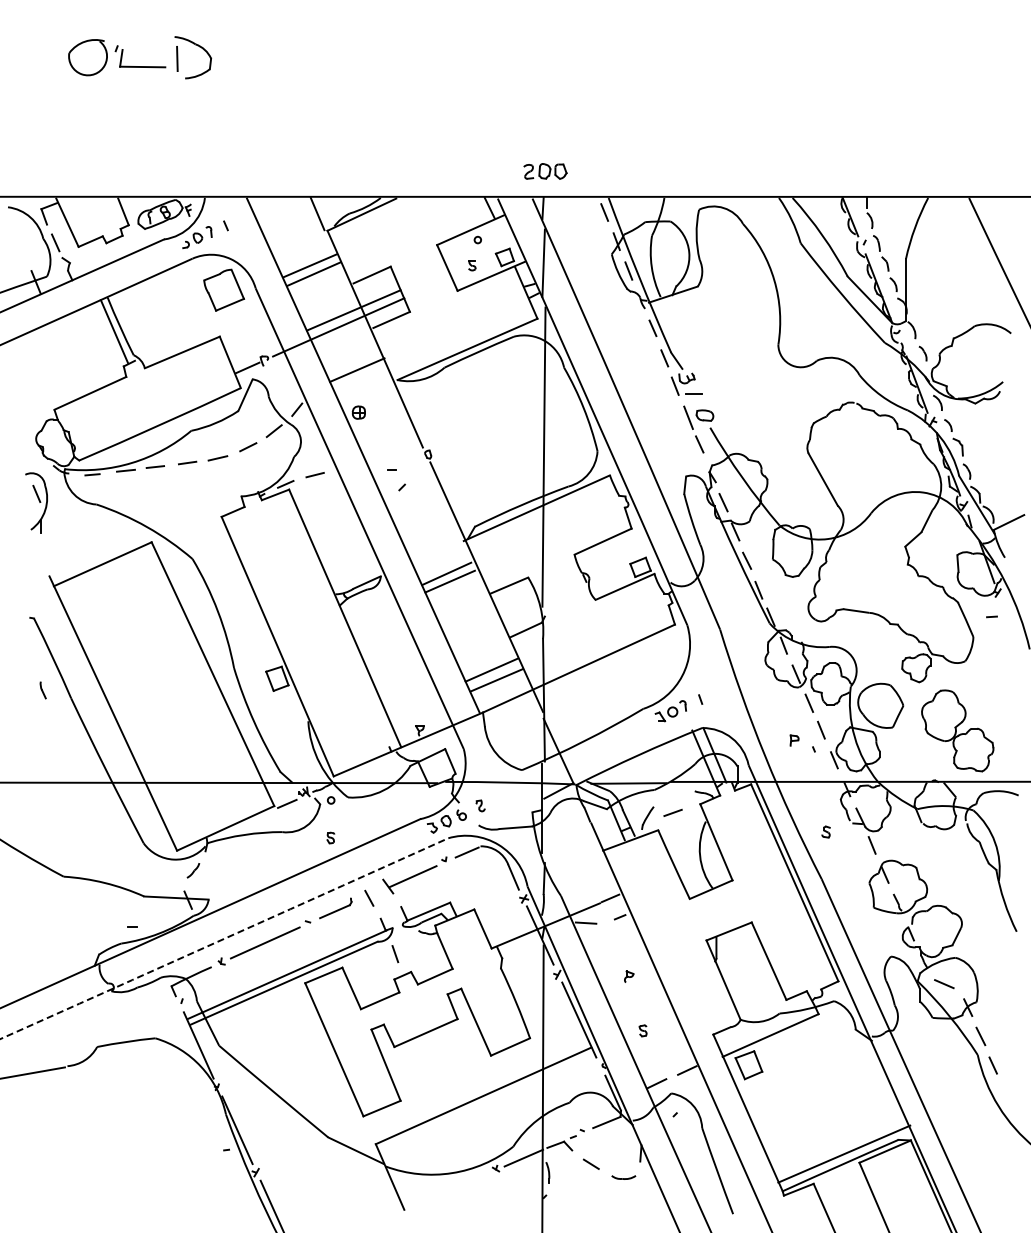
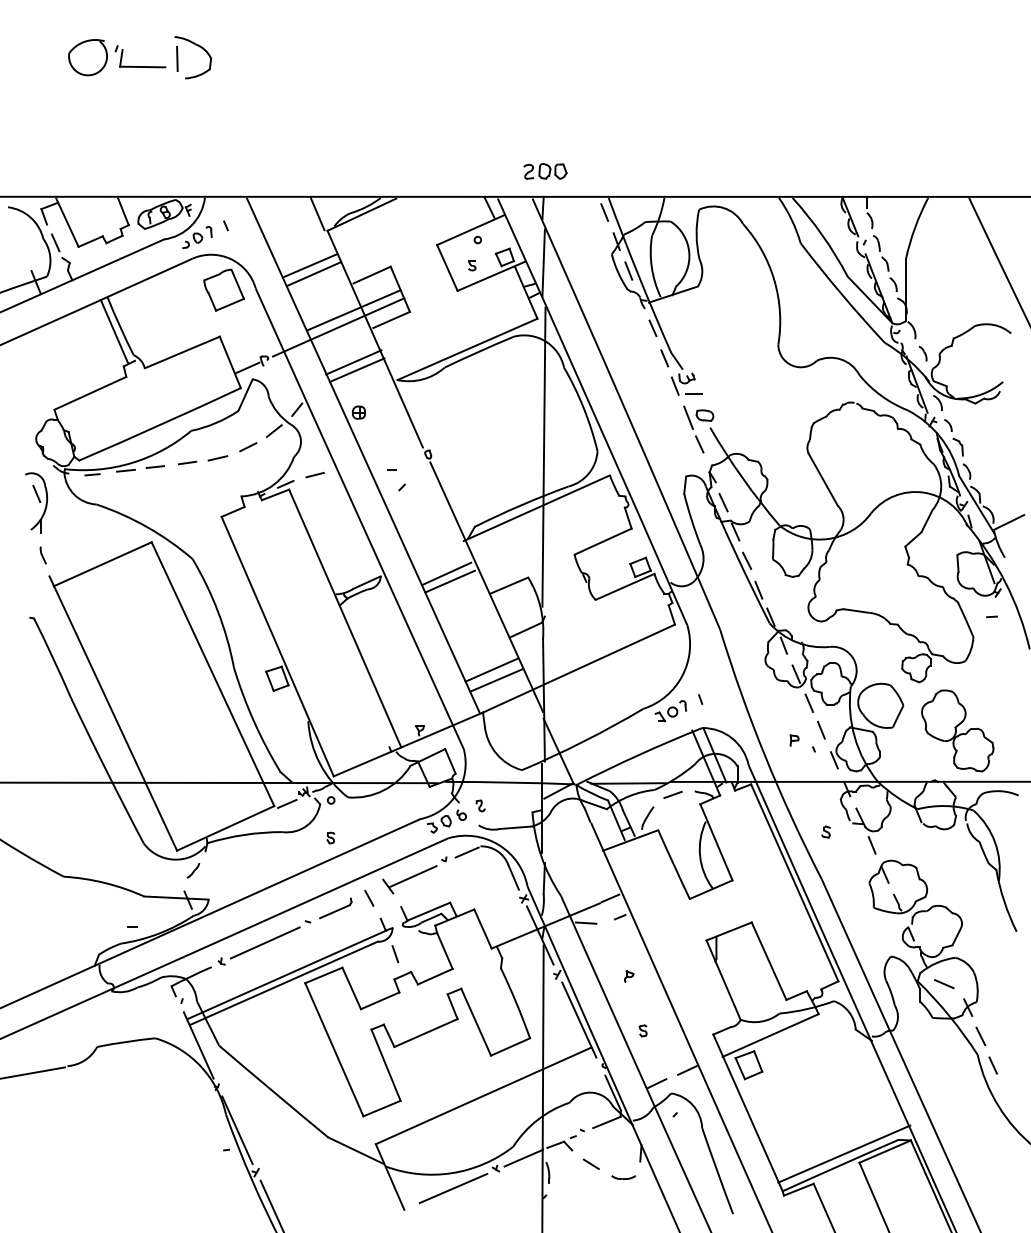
line at (353, 362): none -> present
part at (42, 690) position: (42, 690) -> (42, 555)
line at (672, 812) position: (672, 812) -> (672, 794)
arc at (224, 938): dashed -> solid
line at (453, 1188): none -> present
